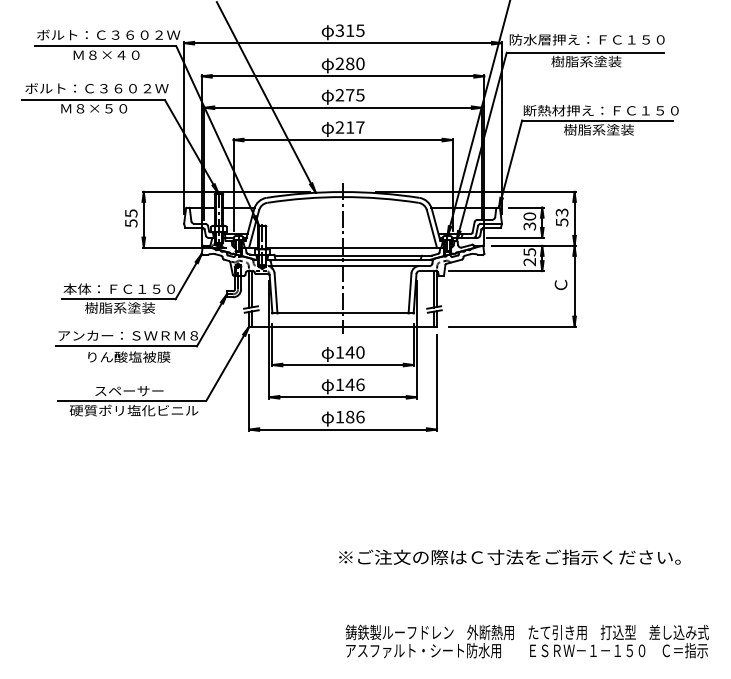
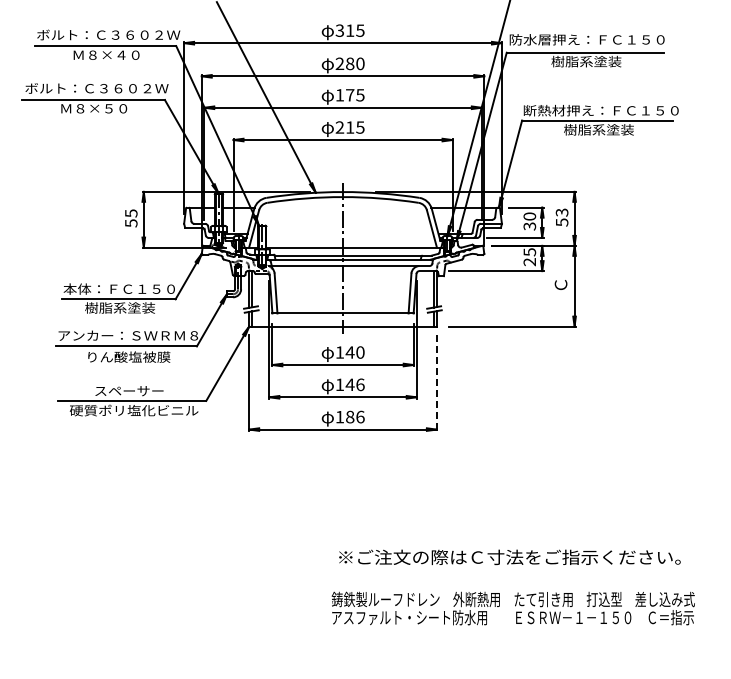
text at (339, 95): 275 -> 175
text at (360, 127): 217 -> 215
line at (436, 383): solid -> dashed
text at (526, 641) position: (526, 641) -> (512, 608)
